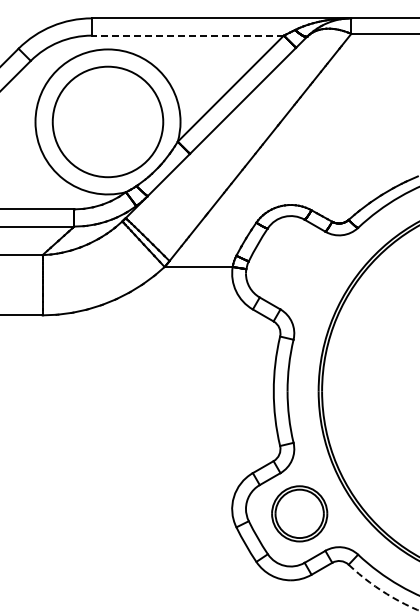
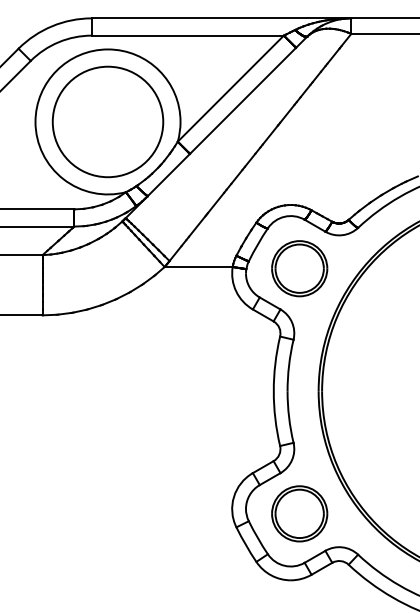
line at (187, 35): dashed -> solid
part at (299, 268): none -> present
arc at (382, 590): dashed -> solid
